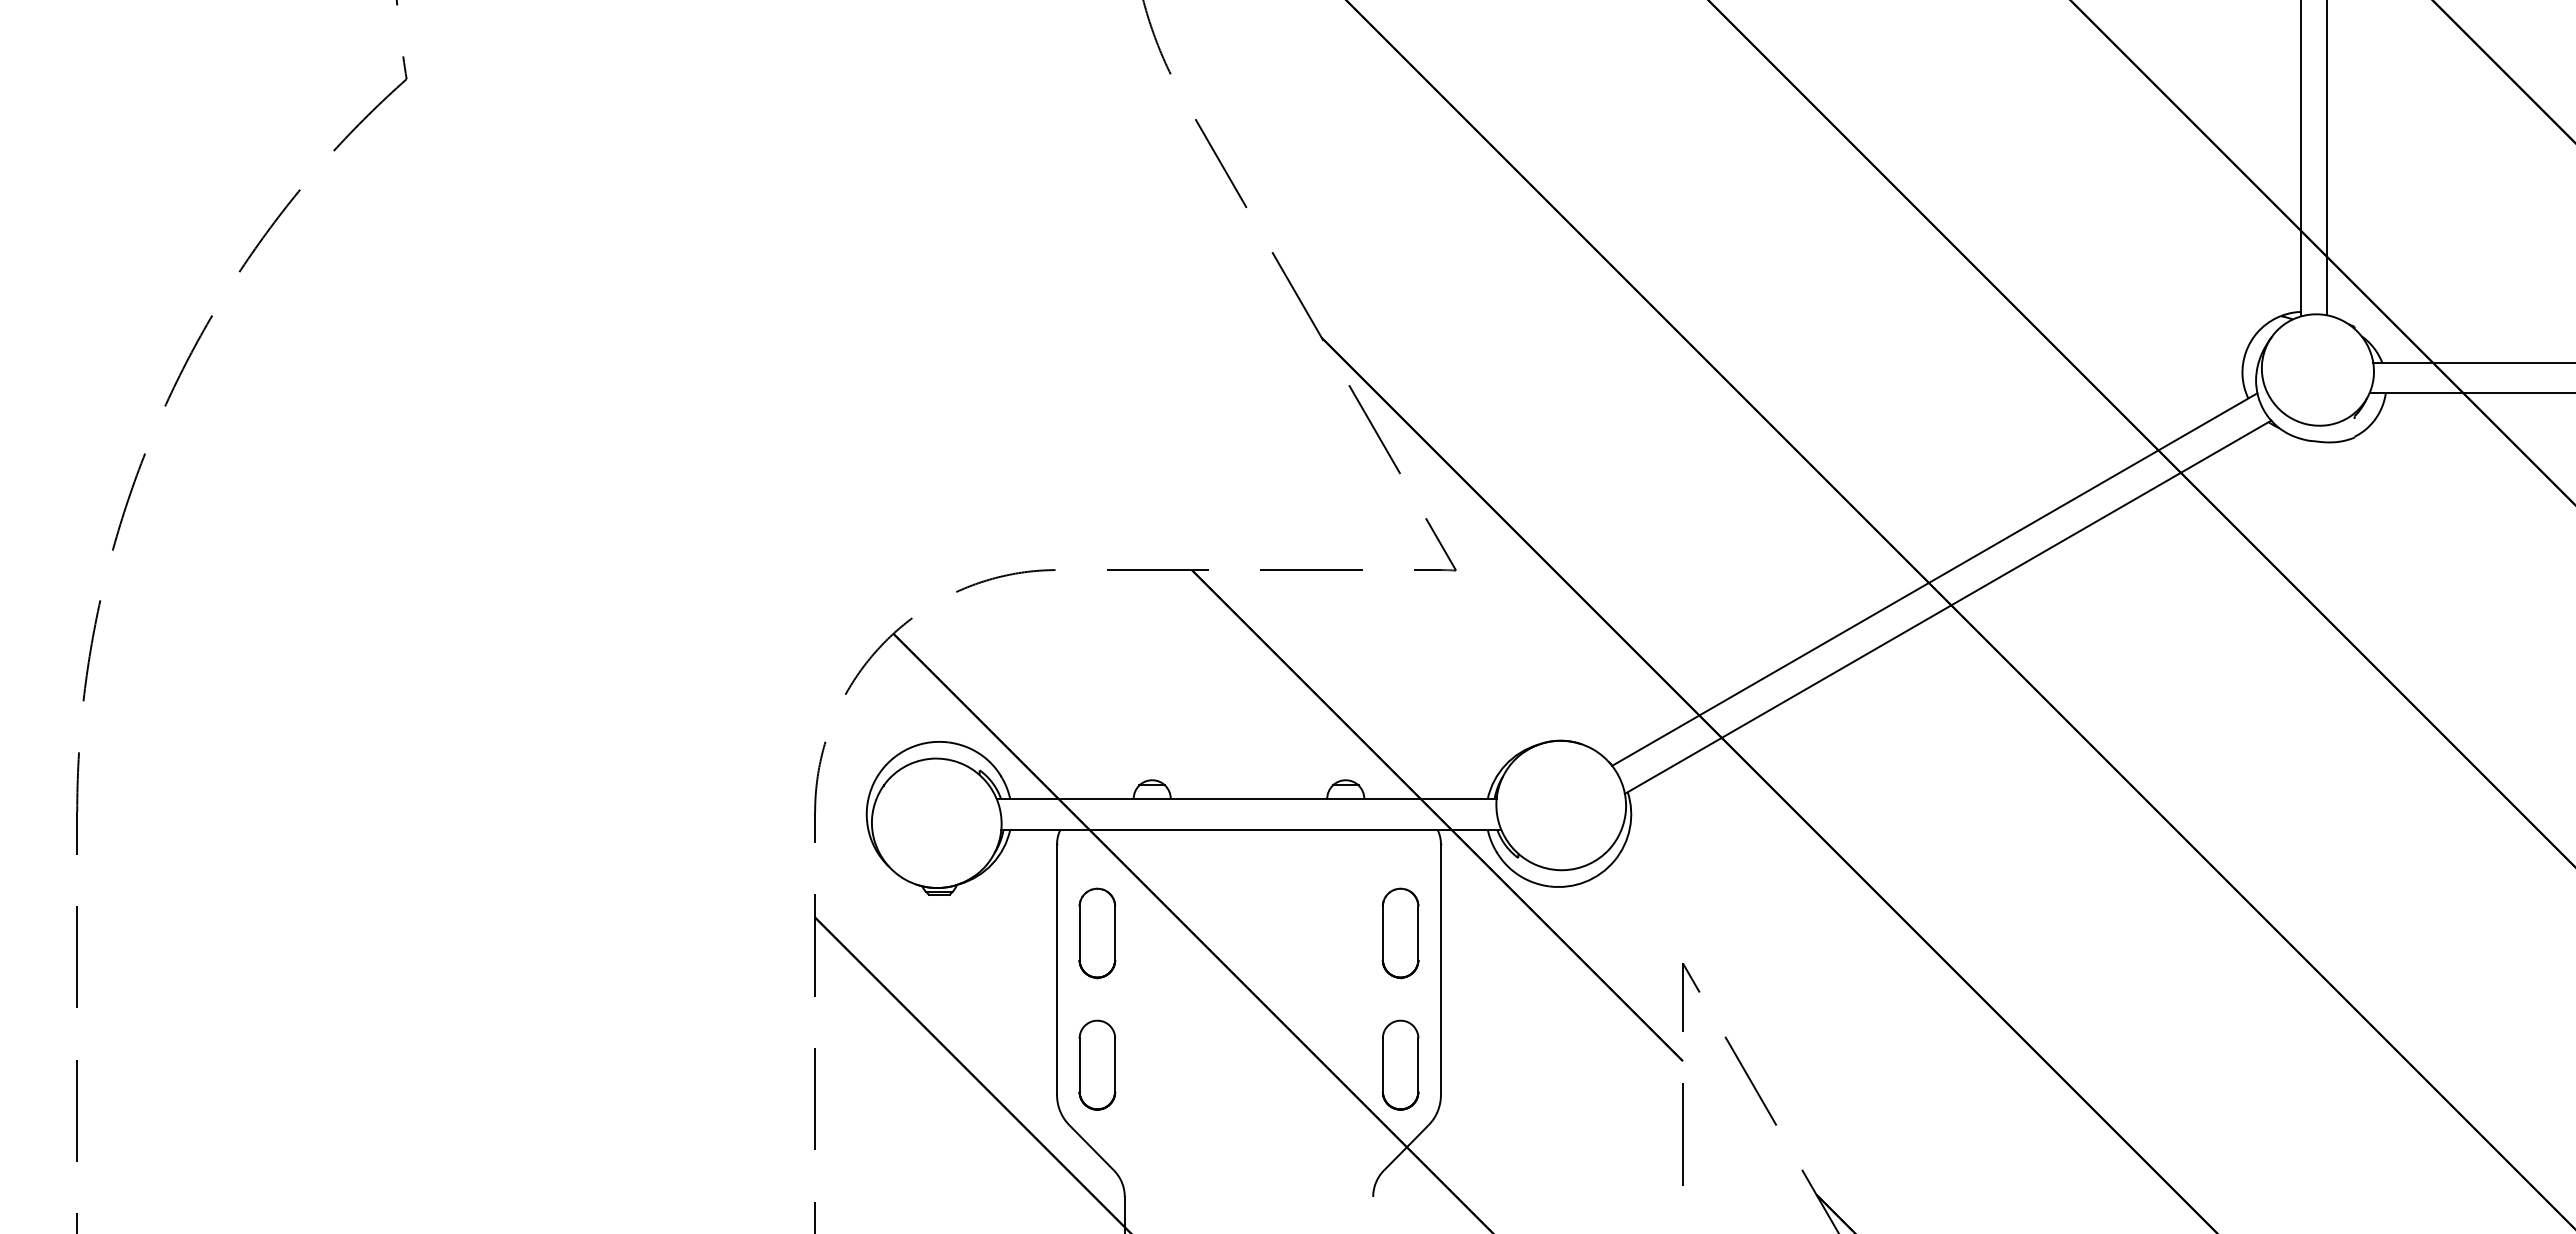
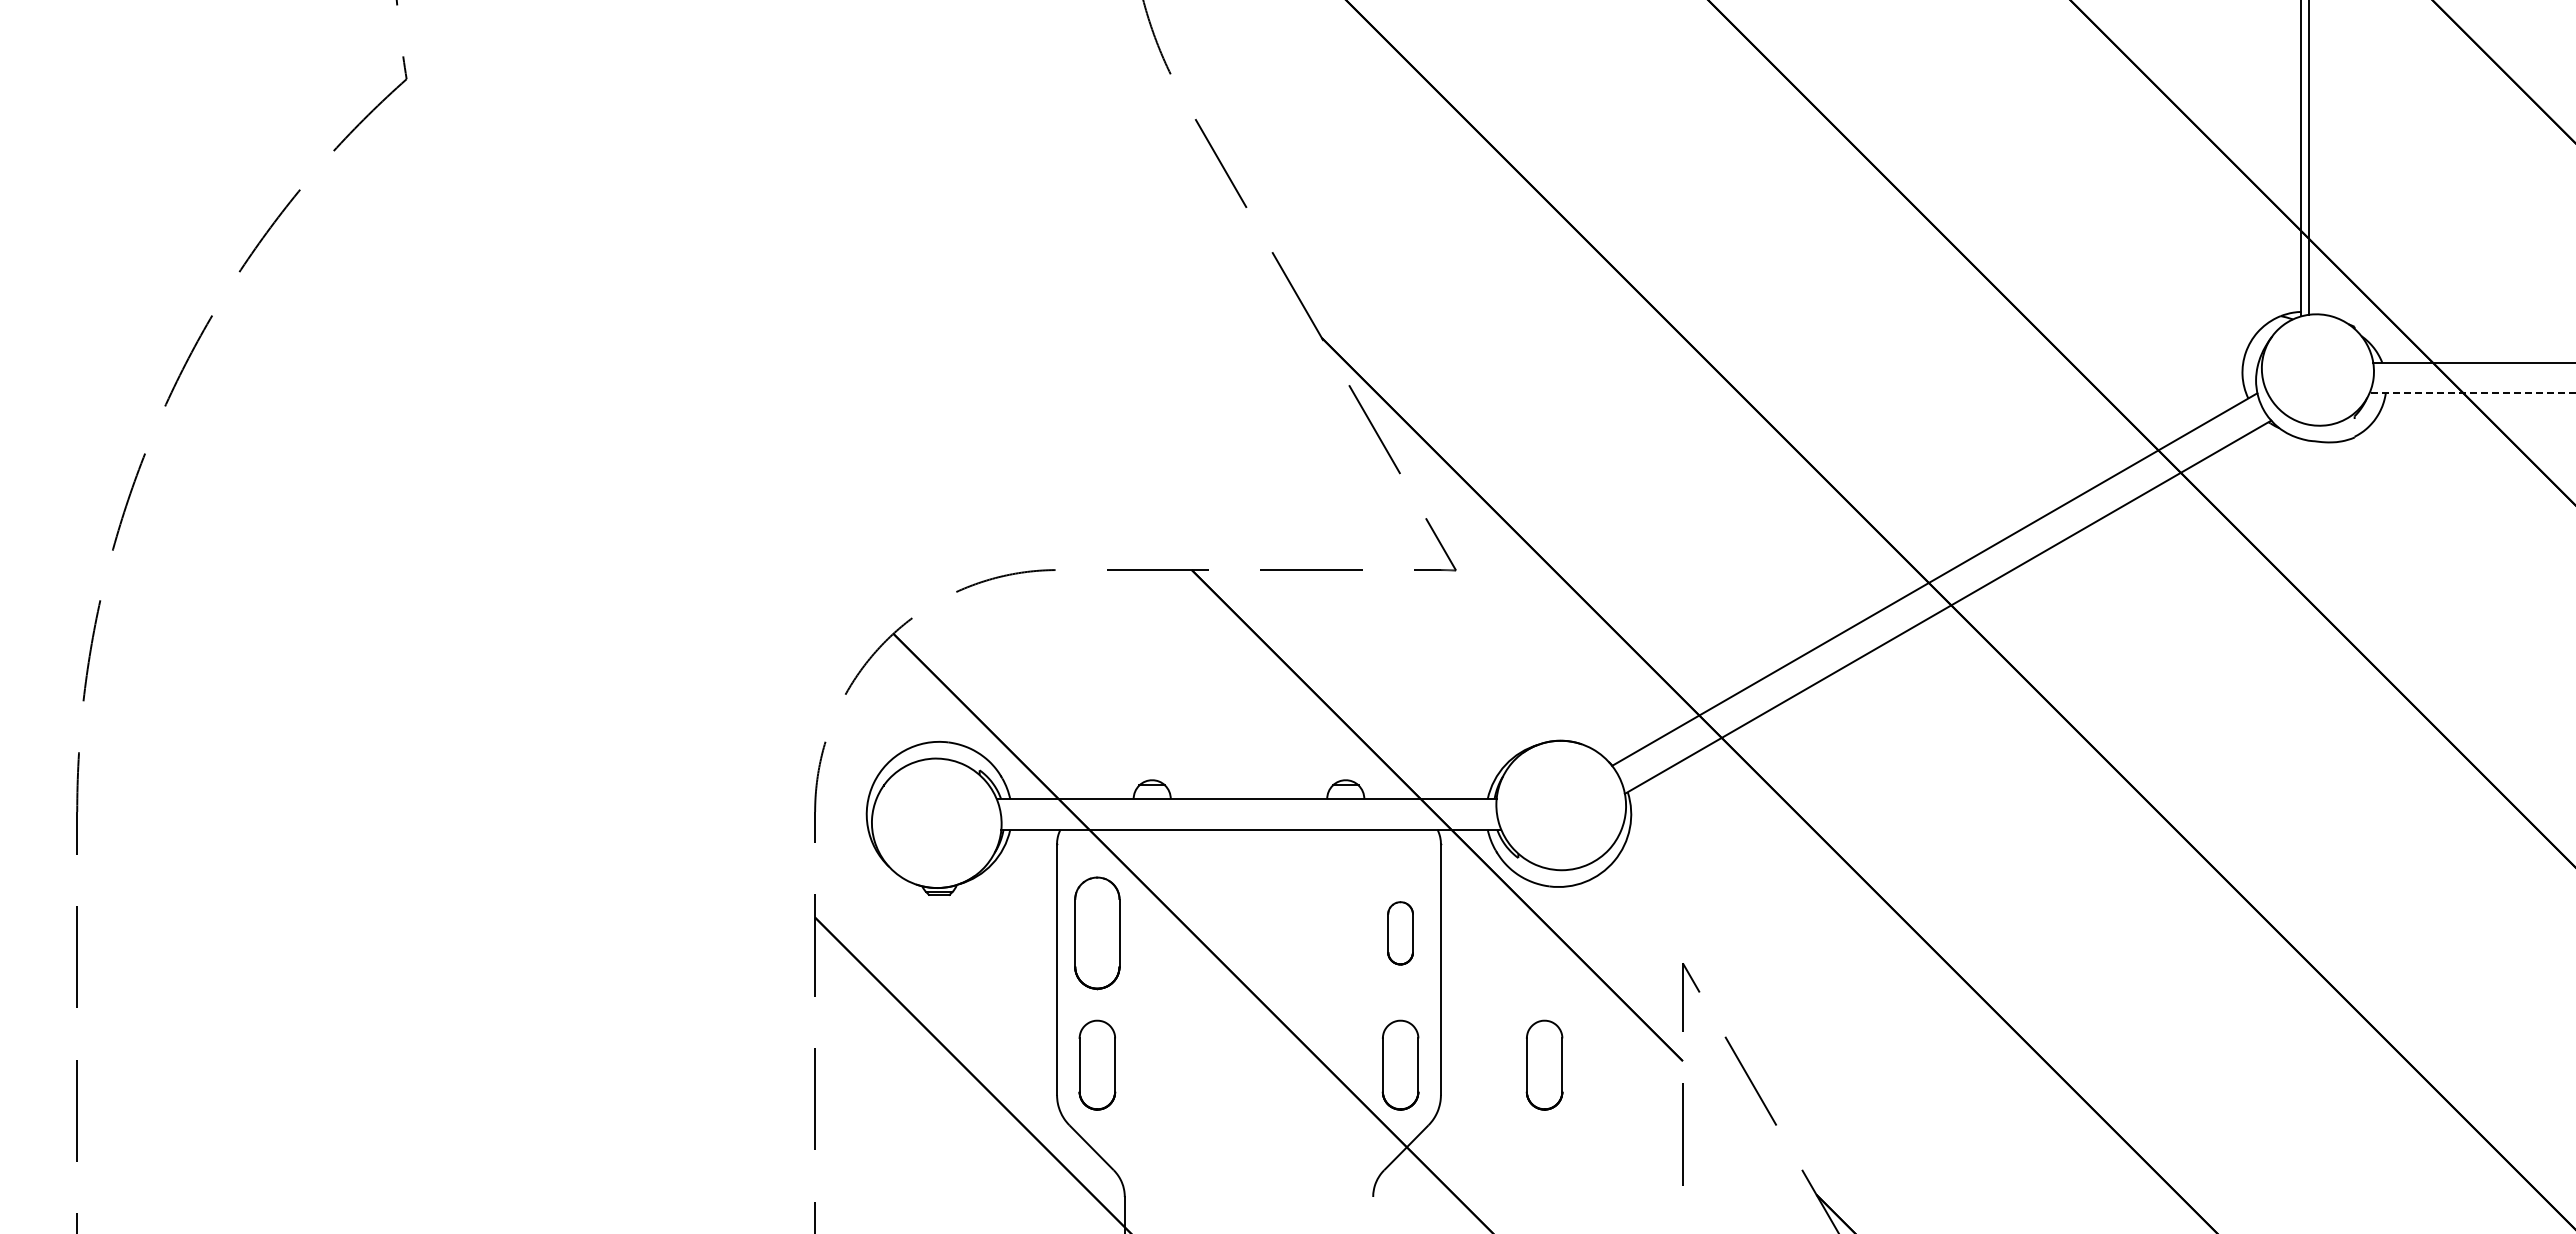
line at (2327, 158) position: (2327, 158) -> (2309, 158)
line at (2472, 393): solid -> dashed
part at (1097, 933) size: 39x93 px -> 47x115 px
part at (1400, 933) size: 39x93 px -> 27x65 px
part at (1544, 1064): none -> present
